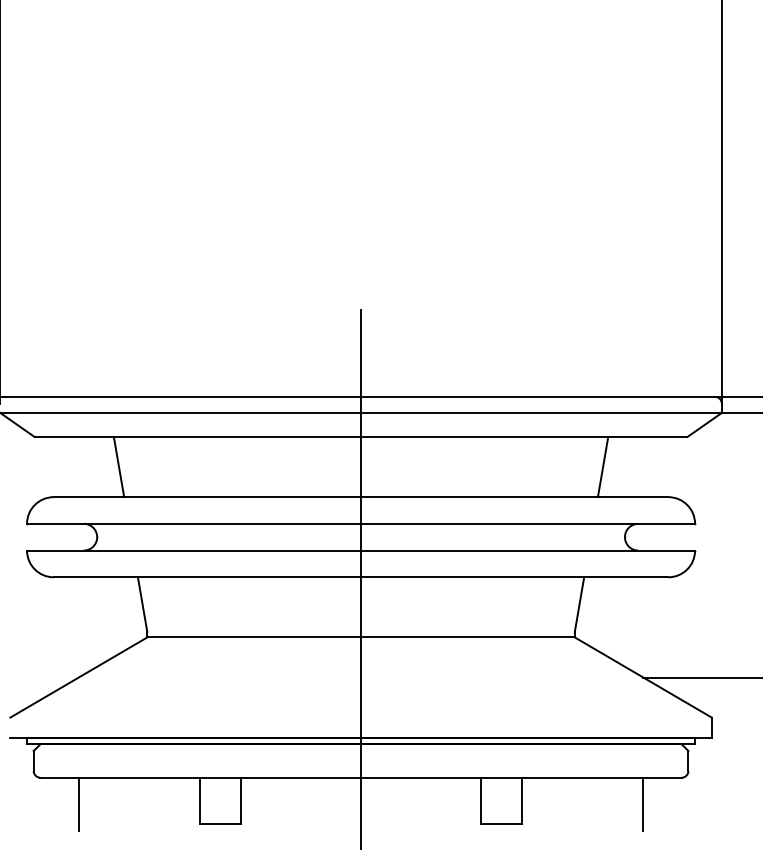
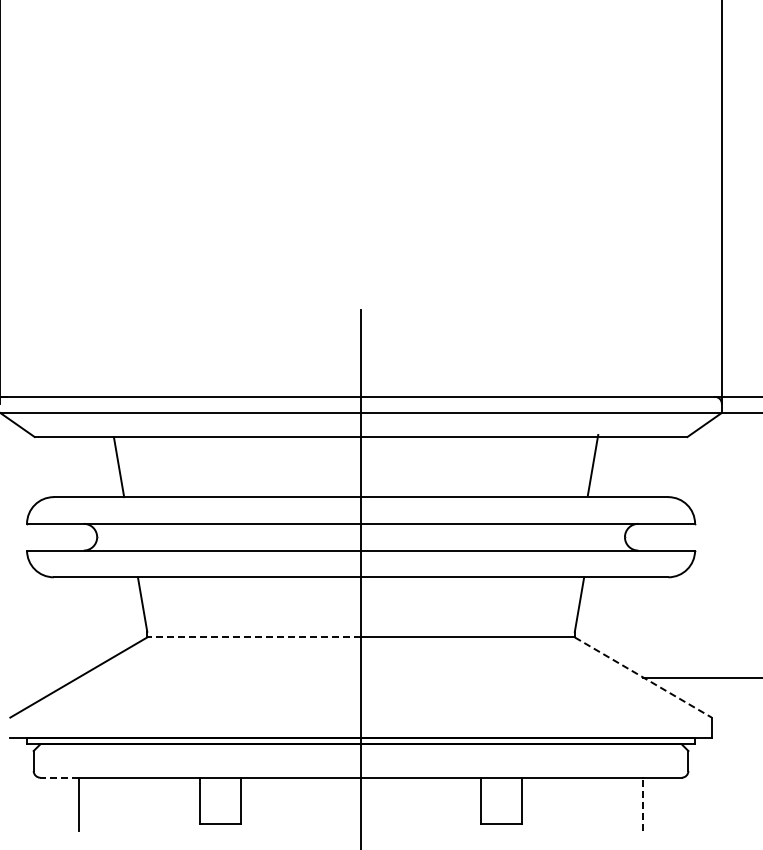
line at (602, 467) position: (602, 467) -> (592, 465)
line at (254, 637): solid -> dashed
line at (643, 677): solid -> dashed
line at (59, 777): solid -> dashed
line at (642, 804): solid -> dashed
